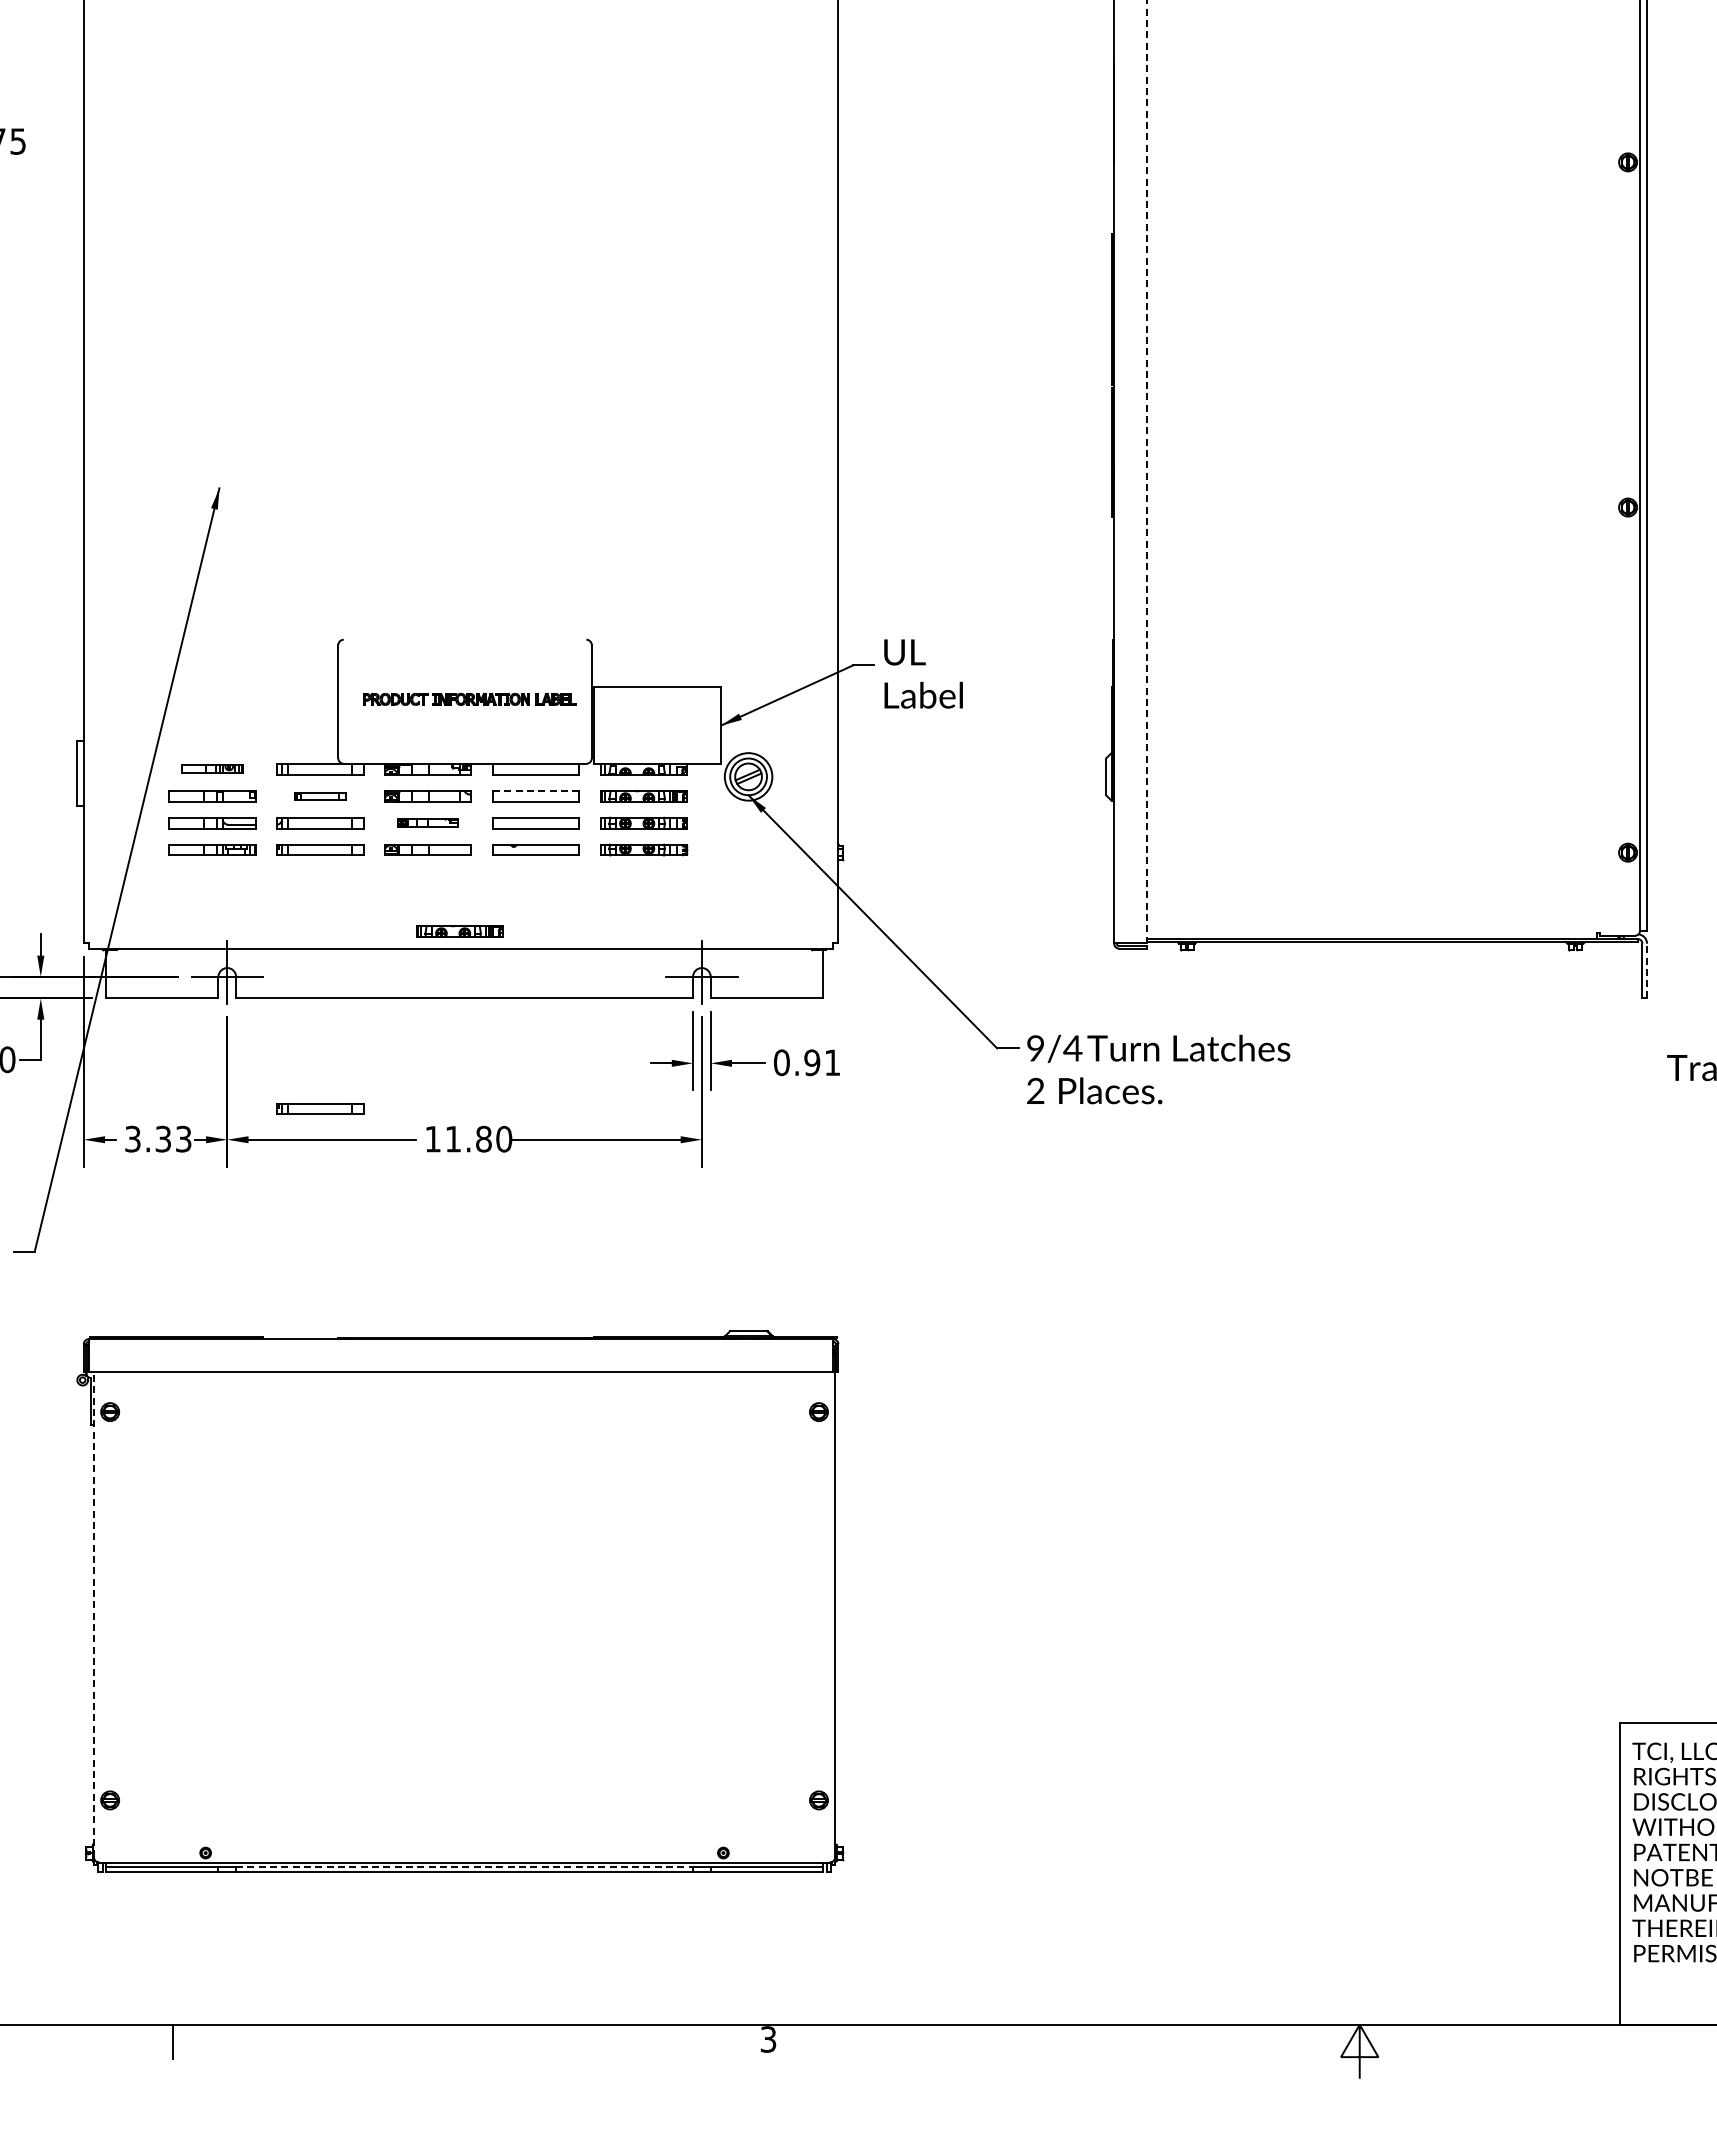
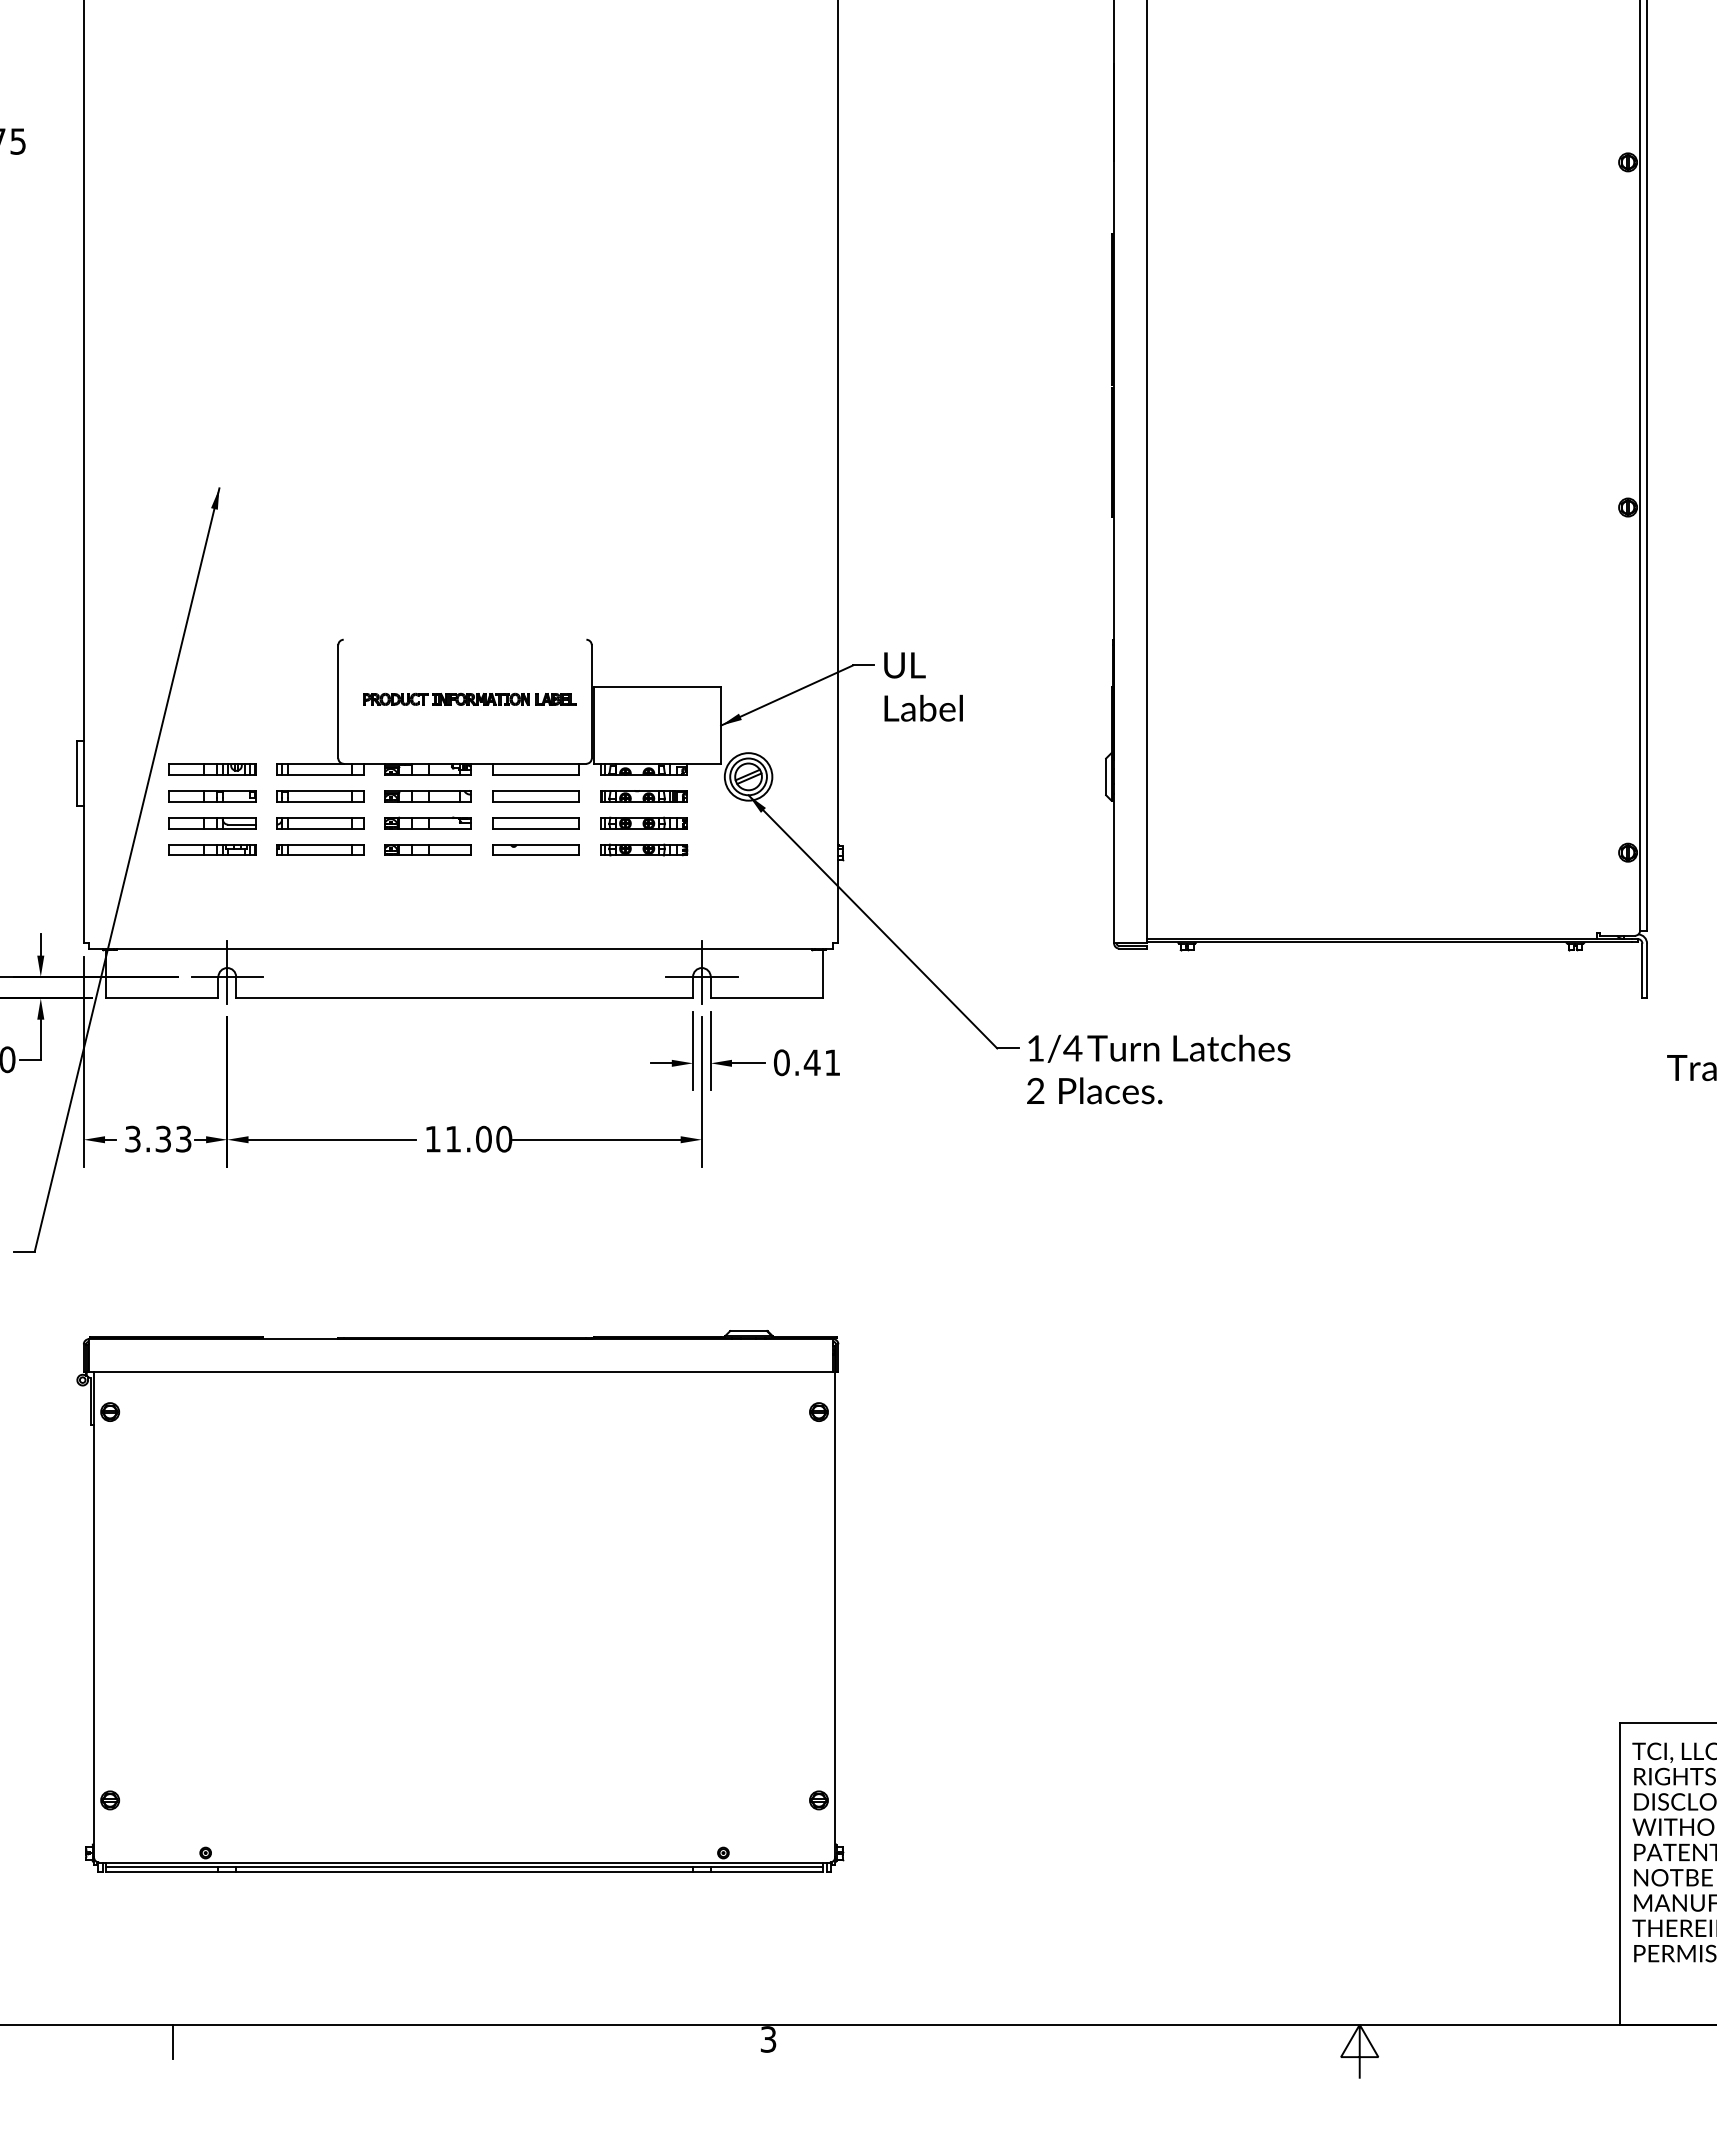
line at (1146, 472): dashed -> solid
text at (923, 673) position: (923, 673) -> (923, 686)
part at (212, 768) size: 63x10 px -> 89x13 px
line at (536, 790): dashed -> solid
part at (320, 796) size: 53x9 px -> 89x13 px
part at (427, 822) size: 62x10 px -> 88x14 px
part at (459, 931): present -> none
line at (1647, 970): dashed -> solid
text at (1035, 1048): 9/4 -> 1/4
text at (811, 1062): 0.91 -> 0.41
part at (320, 1108): present -> none
text at (483, 1139): 11.80 -> 11.00
line at (94, 1614): dashed -> solid
line at (465, 1867): dashed -> solid
